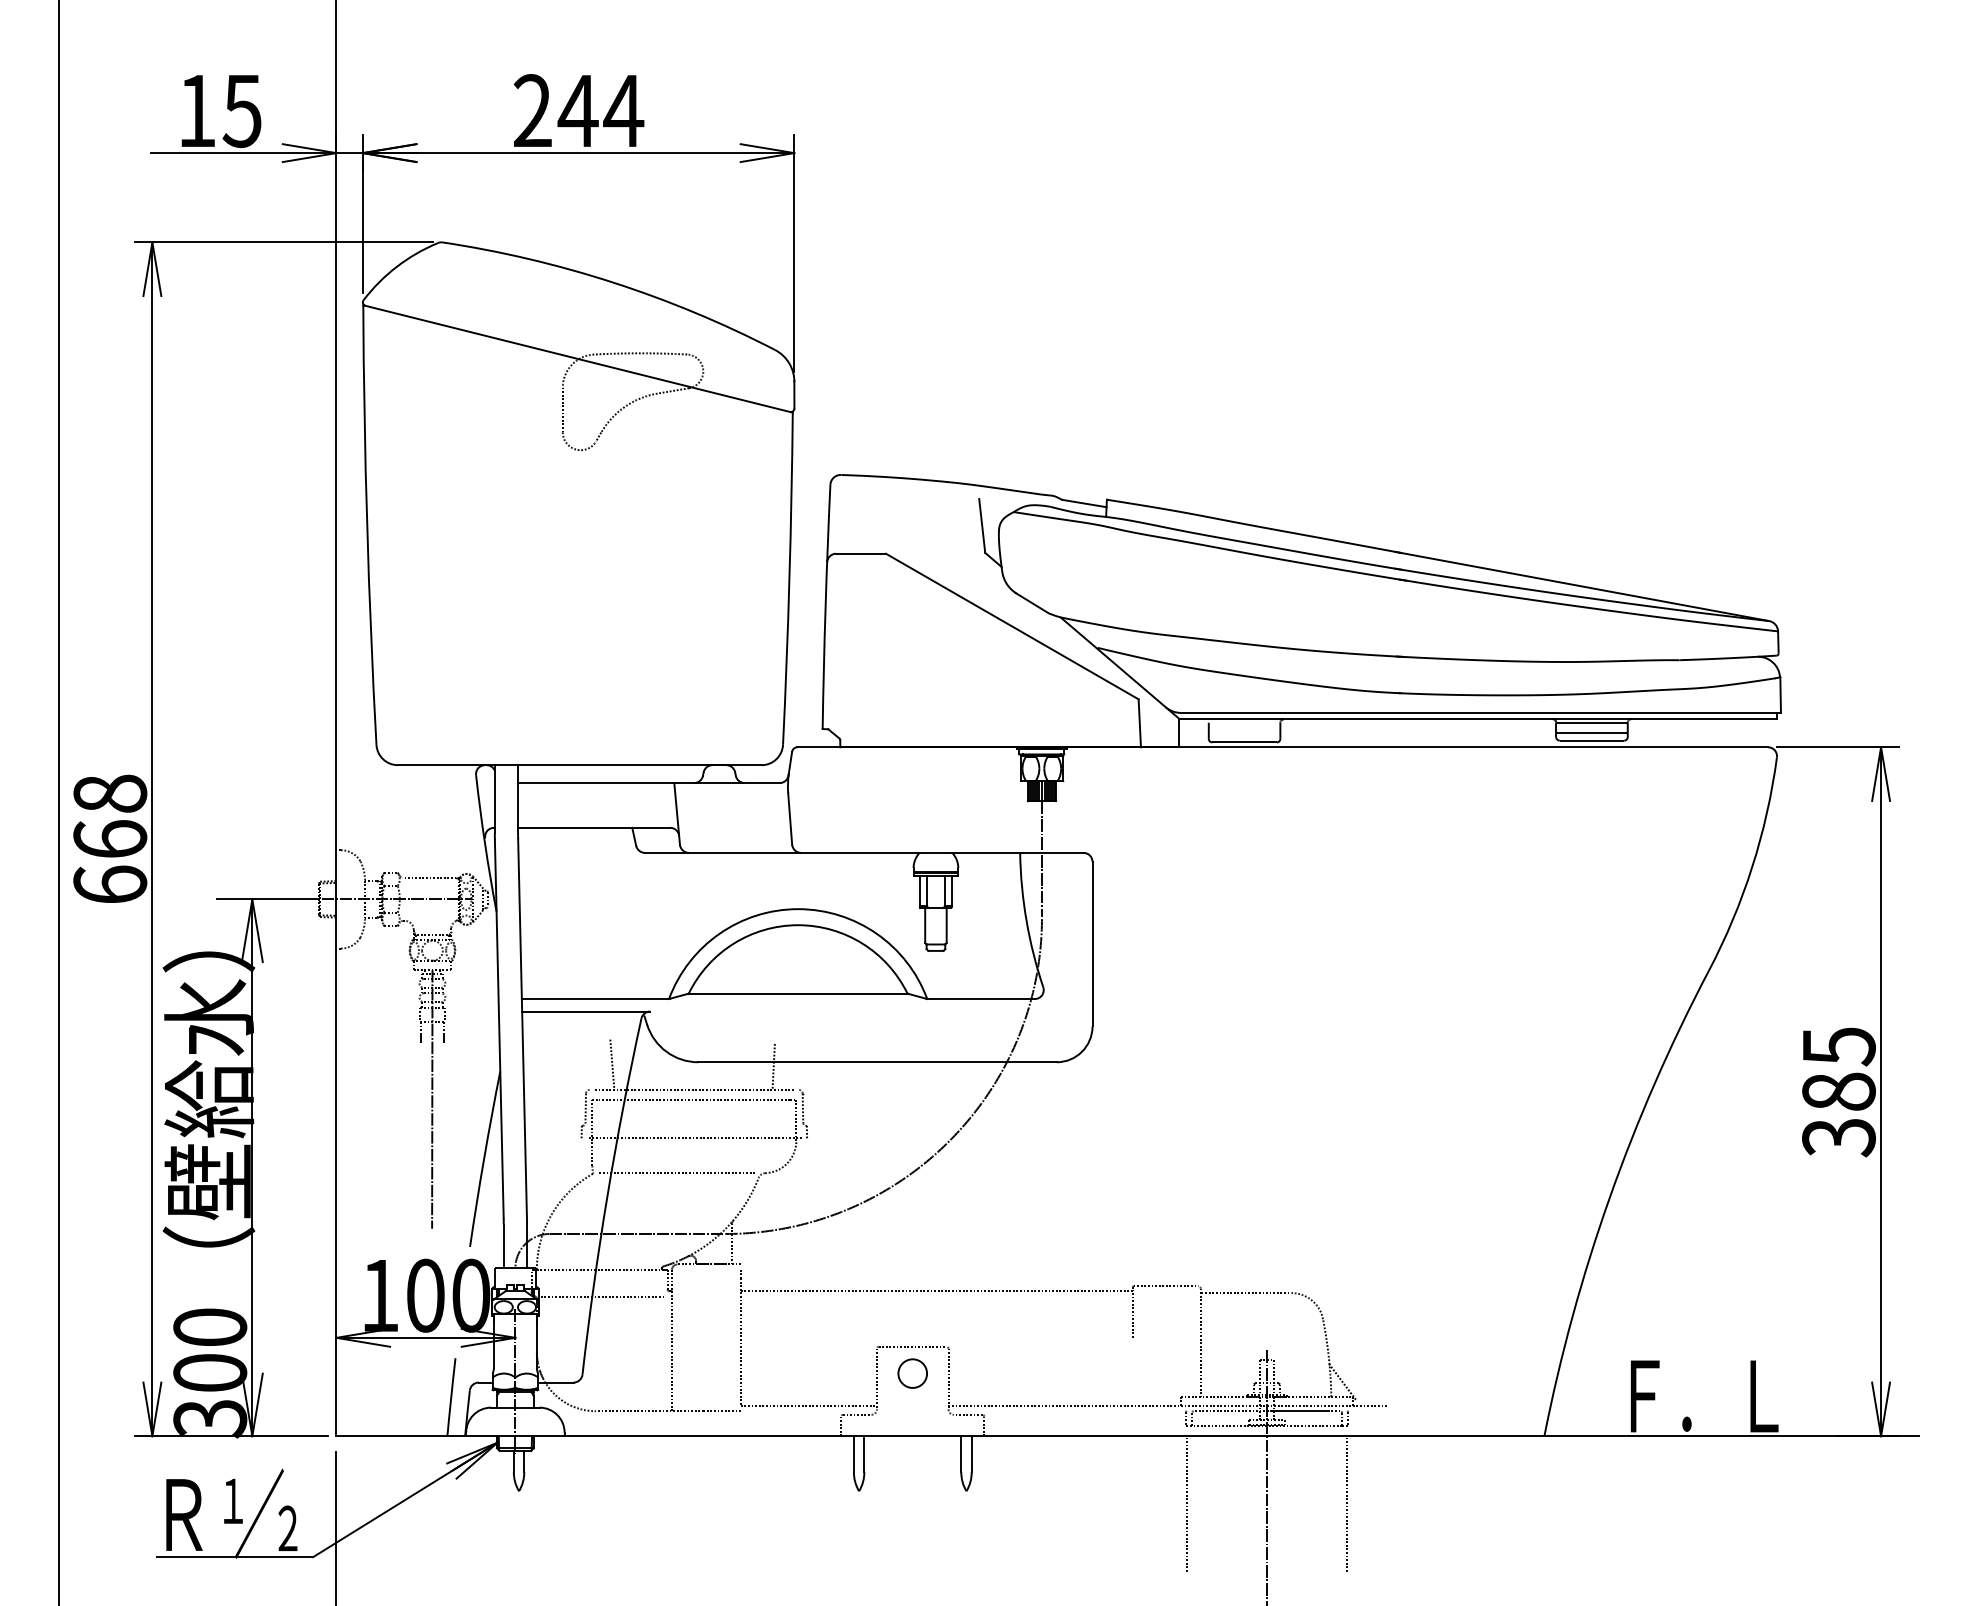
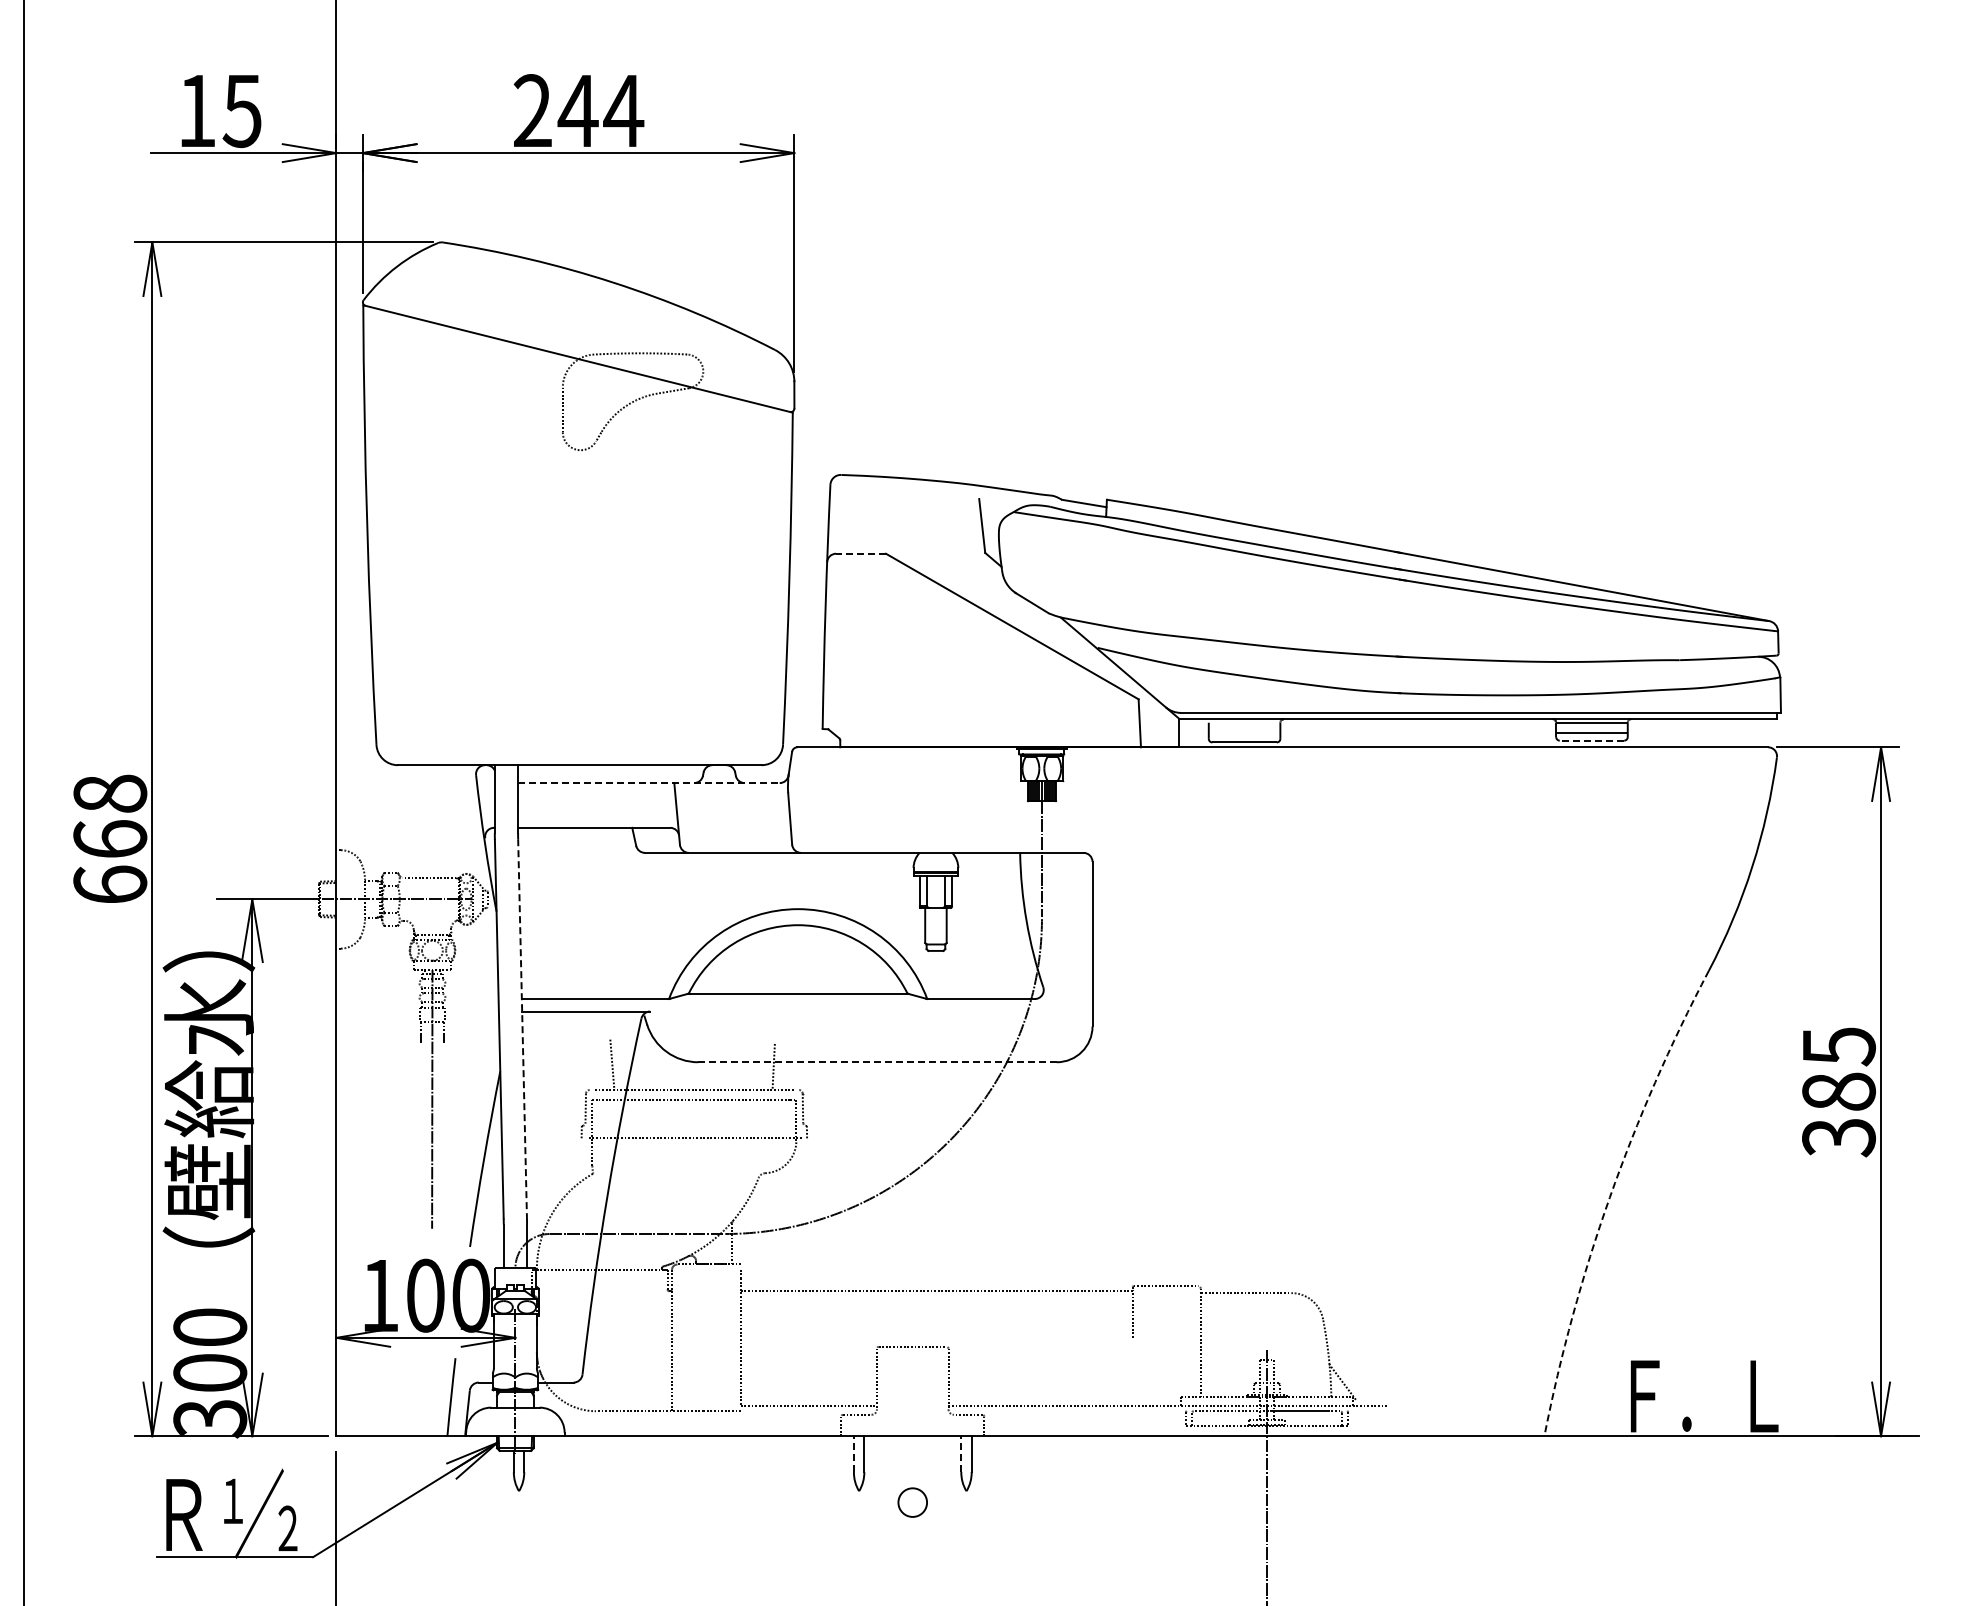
line at (861, 553): solid -> dashed
line at (1591, 740): solid -> dashed
line at (648, 783): solid -> dashed
line at (59, 802) position: (59, 802) -> (24, 802)
line at (522, 1029): solid -> dashed
line at (877, 1062): solid -> dashed
line at (676, 1173): present -> none
arc at (1609, 1197): solid -> dashed
line at (601, 1296): present -> none
circle at (912, 1373) position: (912, 1373) -> (912, 1502)
line at (853, 1454): solid -> dashed
line at (961, 1454): solid -> dashed
line at (1187, 1503): present -> none
line at (1346, 1503): present -> none
